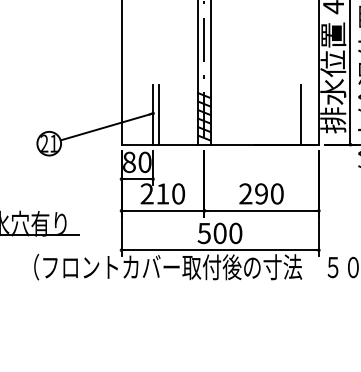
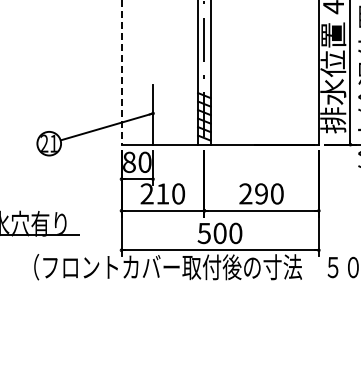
line at (121, 72): solid -> dashed
line at (159, 114): present -> none
line at (301, 114): present -> none
